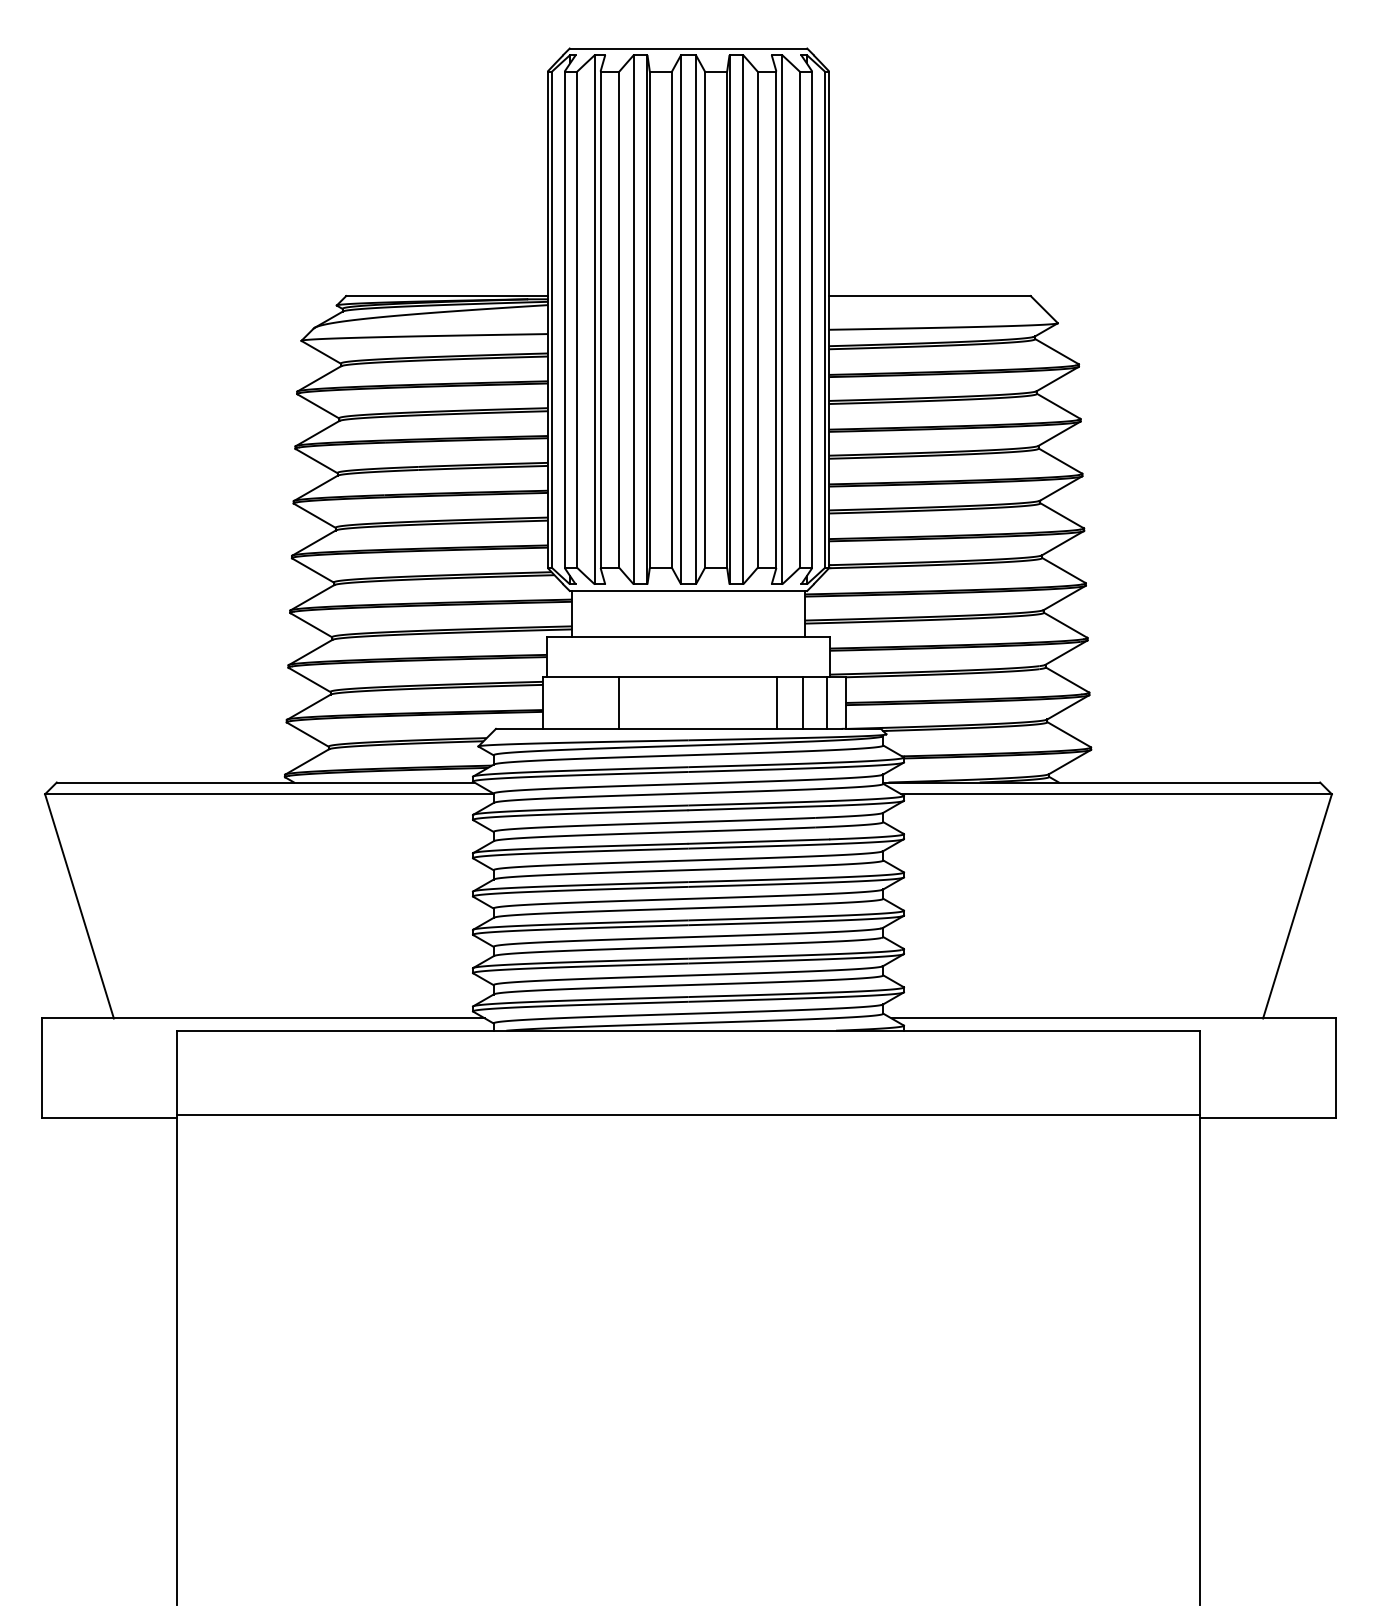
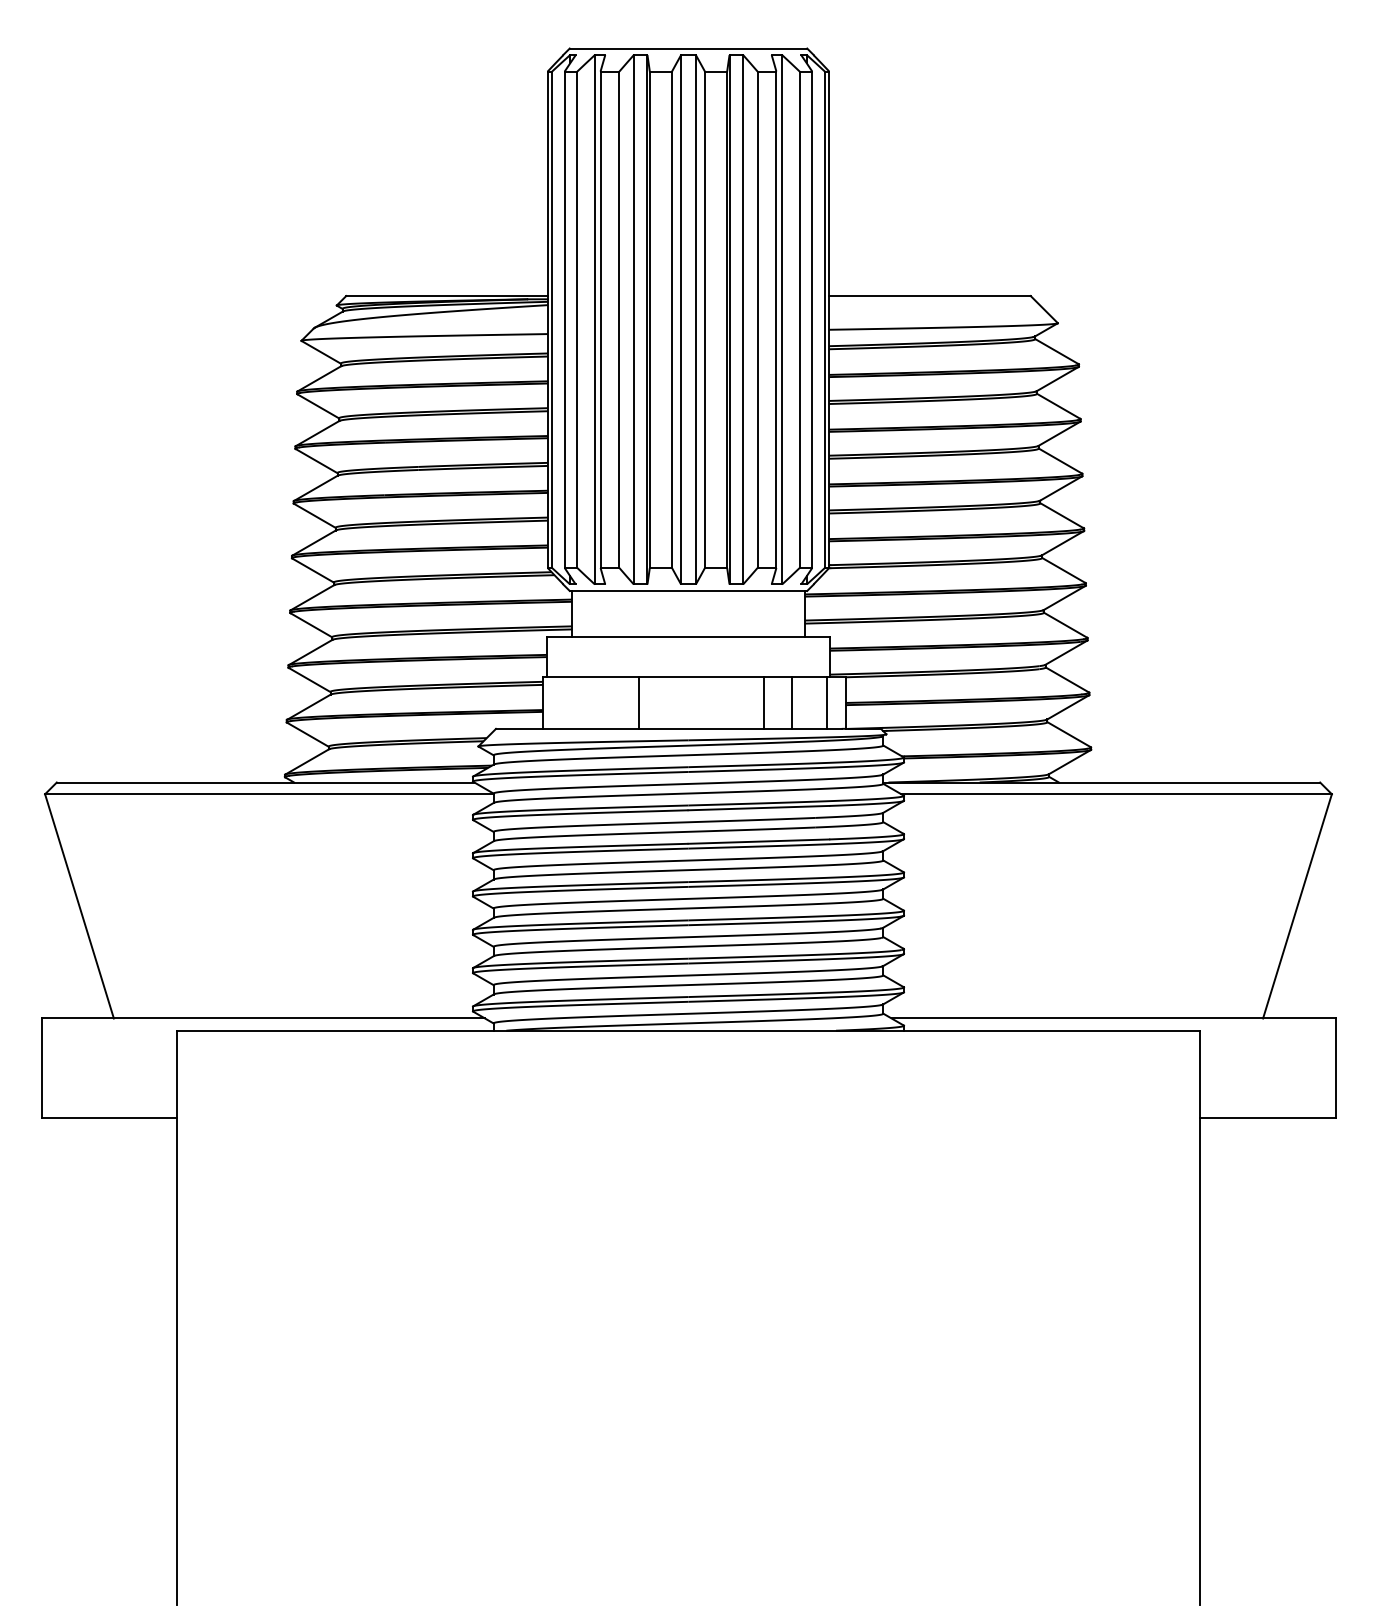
line at (618, 702) position: (618, 702) -> (638, 702)
line at (777, 702) position: (777, 702) -> (764, 702)
line at (802, 702) position: (802, 702) -> (791, 702)
line at (688, 1115): present -> none
